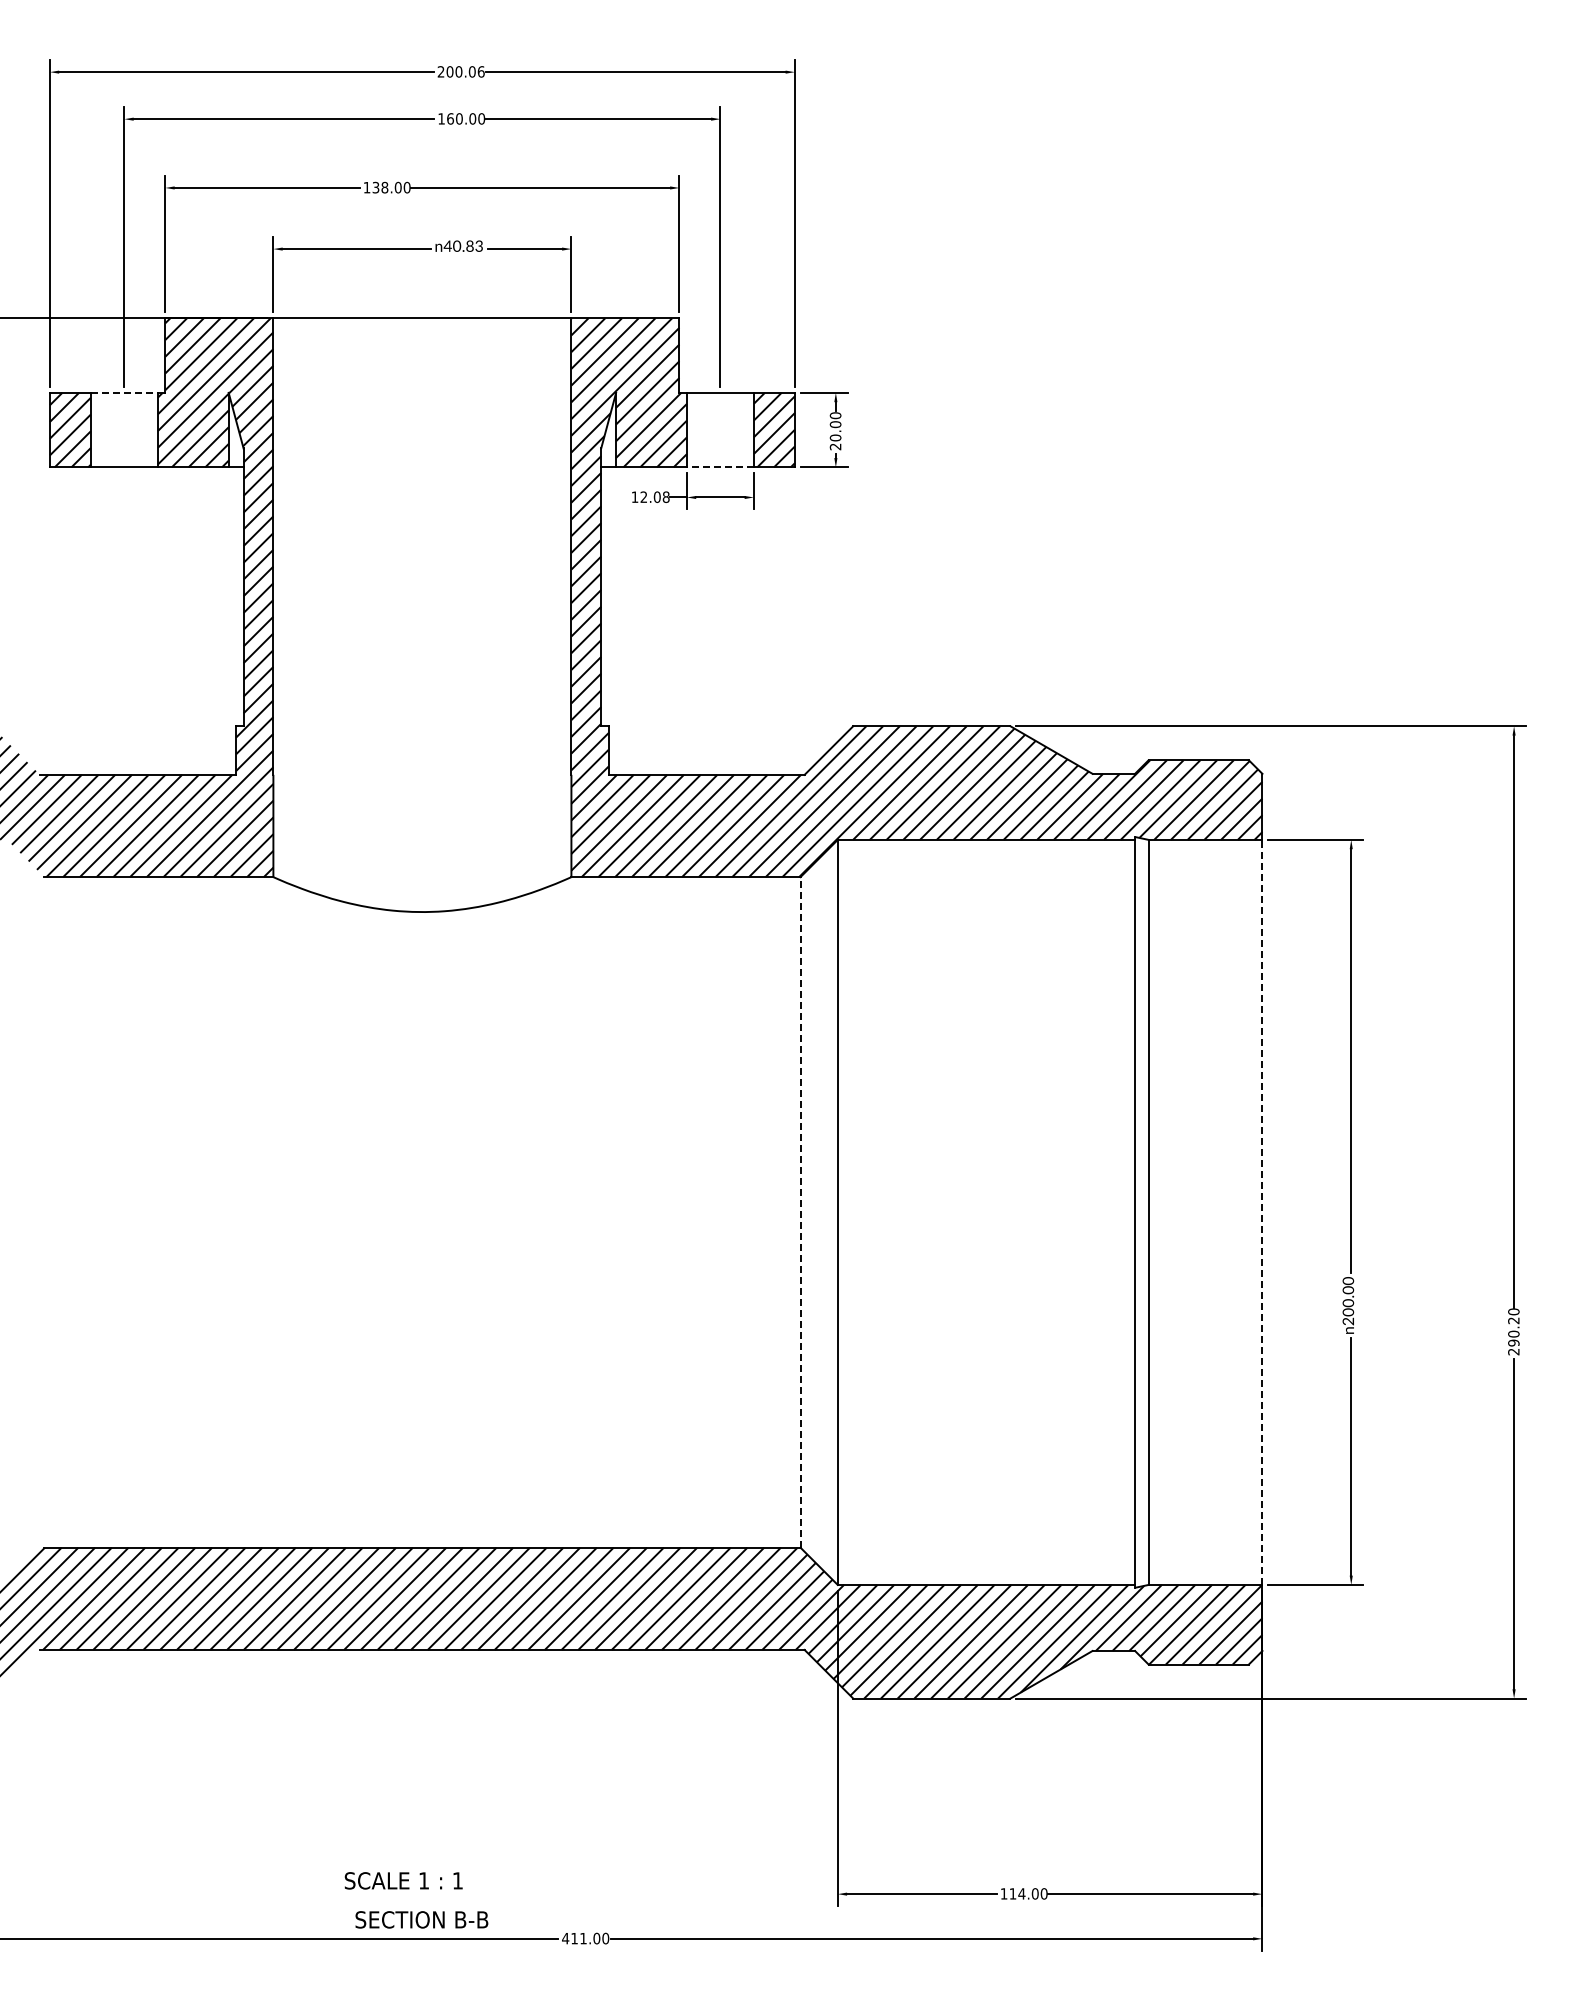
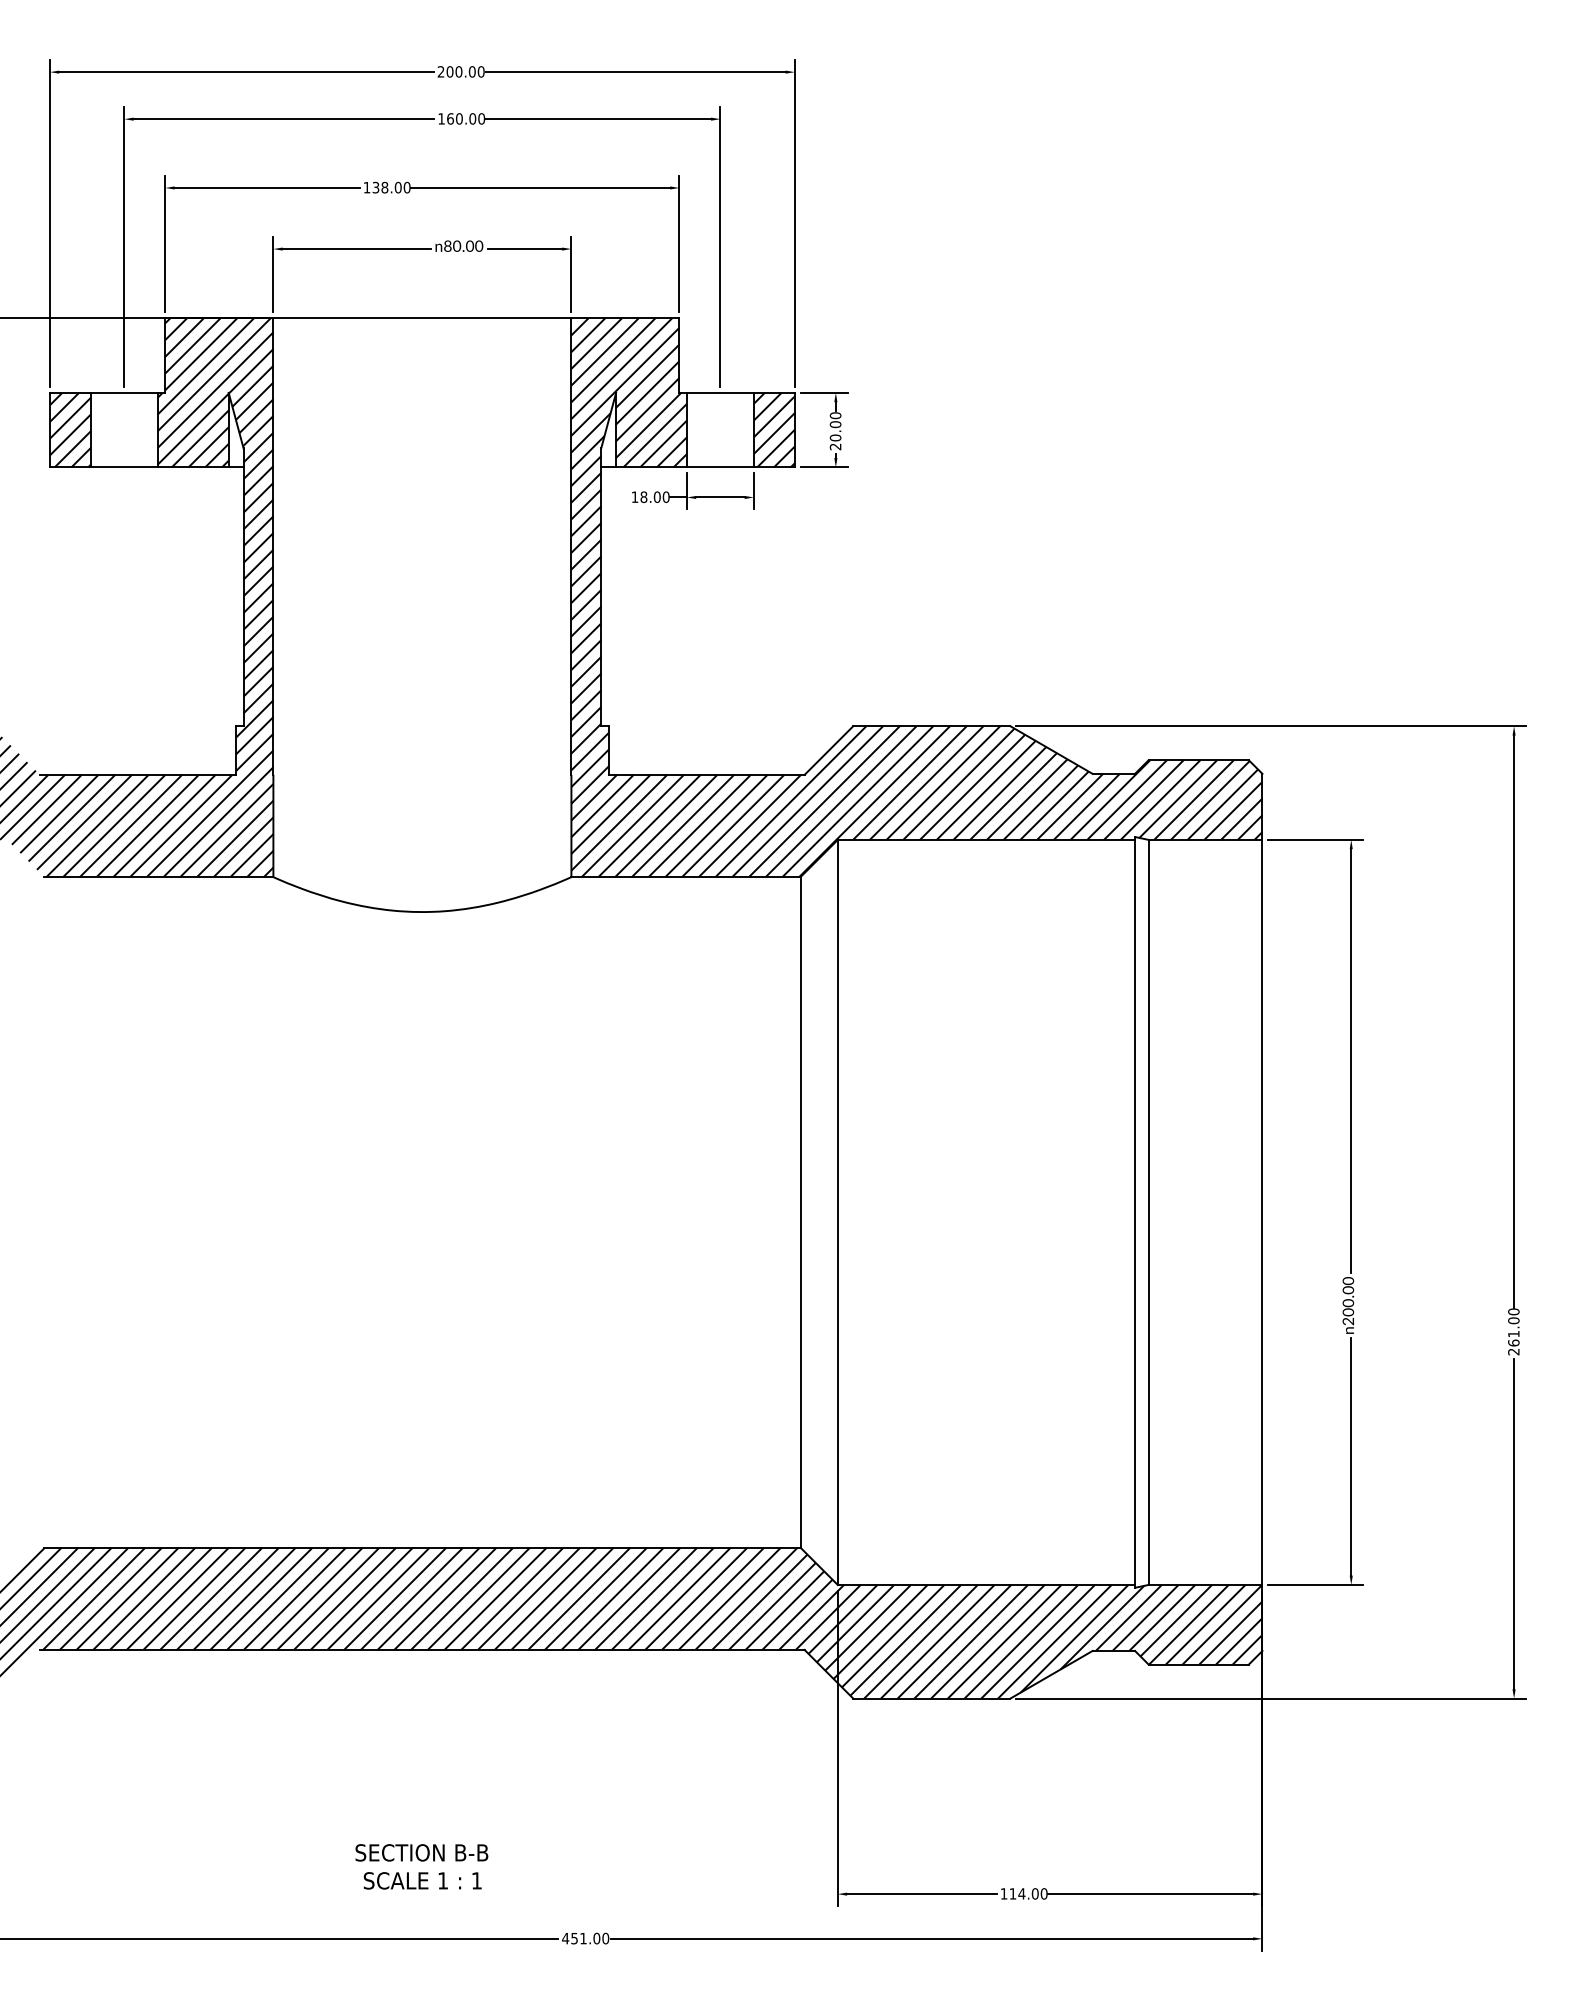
text at (481, 71): 200.06 -> 200.00
text at (463, 245): 40.83 -> 80.00
line at (124, 392): dashed -> solid
line at (720, 467): dashed -> solid
text at (654, 496): 12.08 -> 18.00
line at (800, 1211): dashed -> solid
line at (1262, 1212): dashed -> solid
text at (1513, 1331): 290.20 -> 261.00
text at (403, 1880) position: (403, 1880) -> (422, 1880)
text at (421, 1919) position: (421, 1919) -> (421, 1852)
text at (574, 1938): 411.00 -> 451.00
